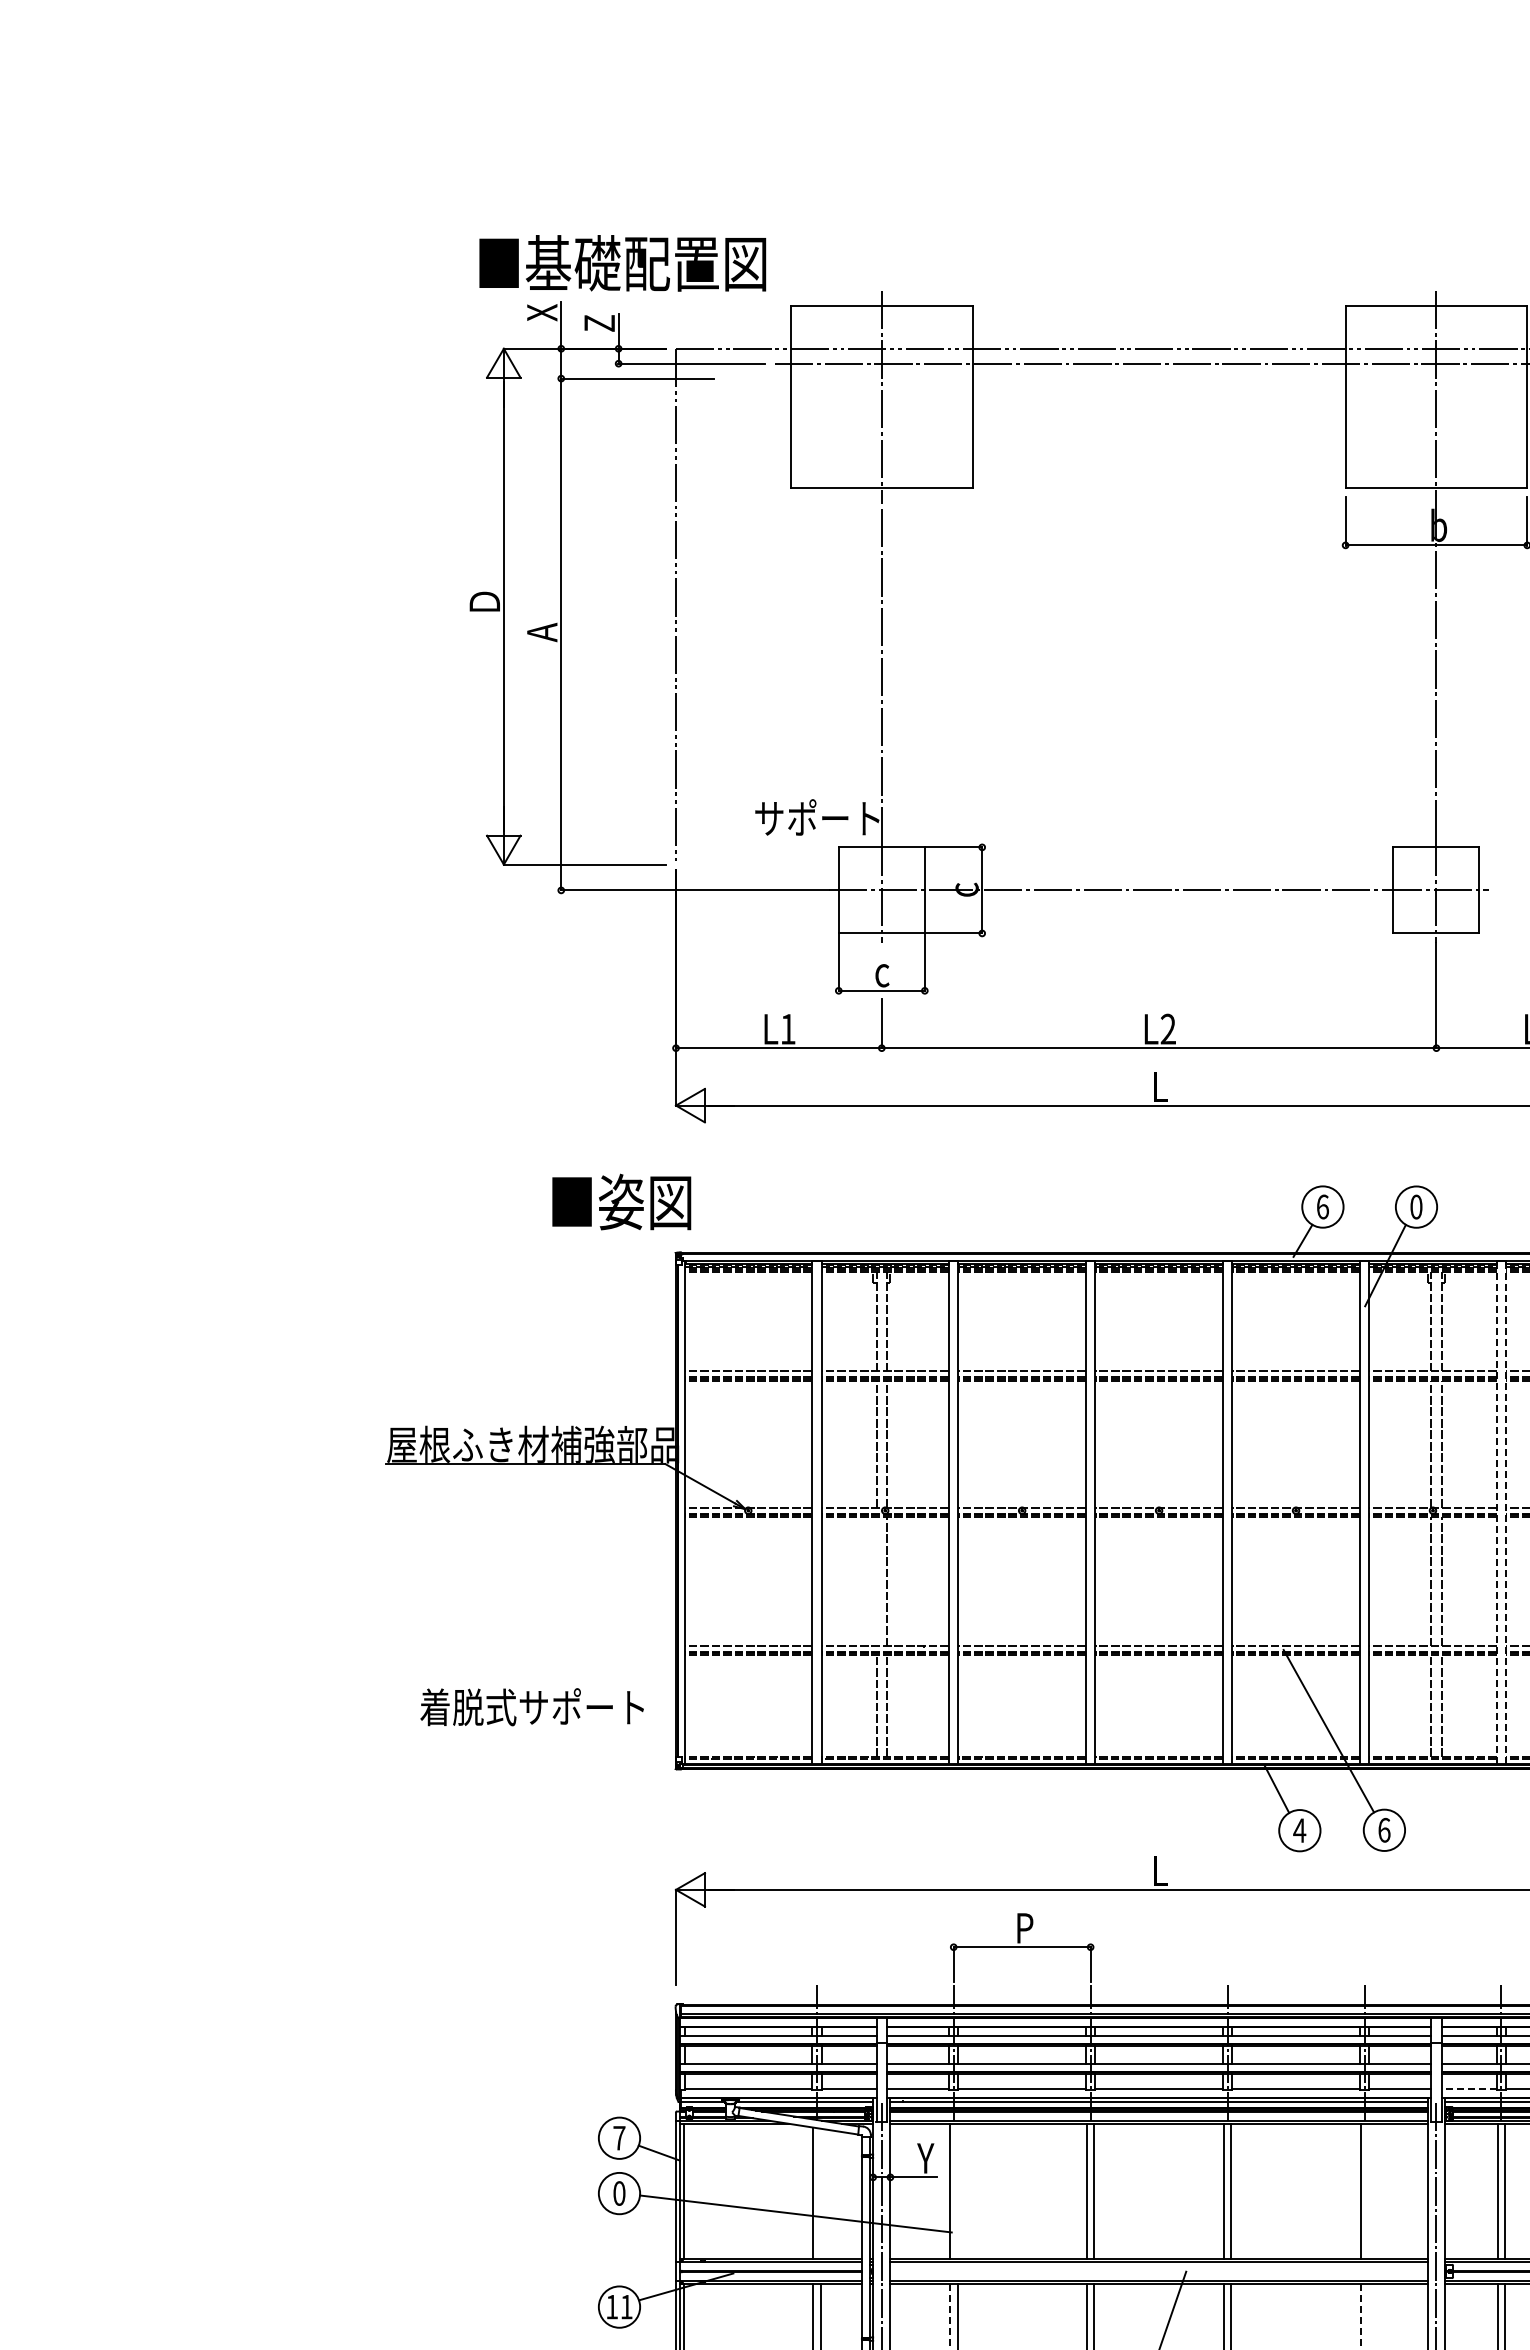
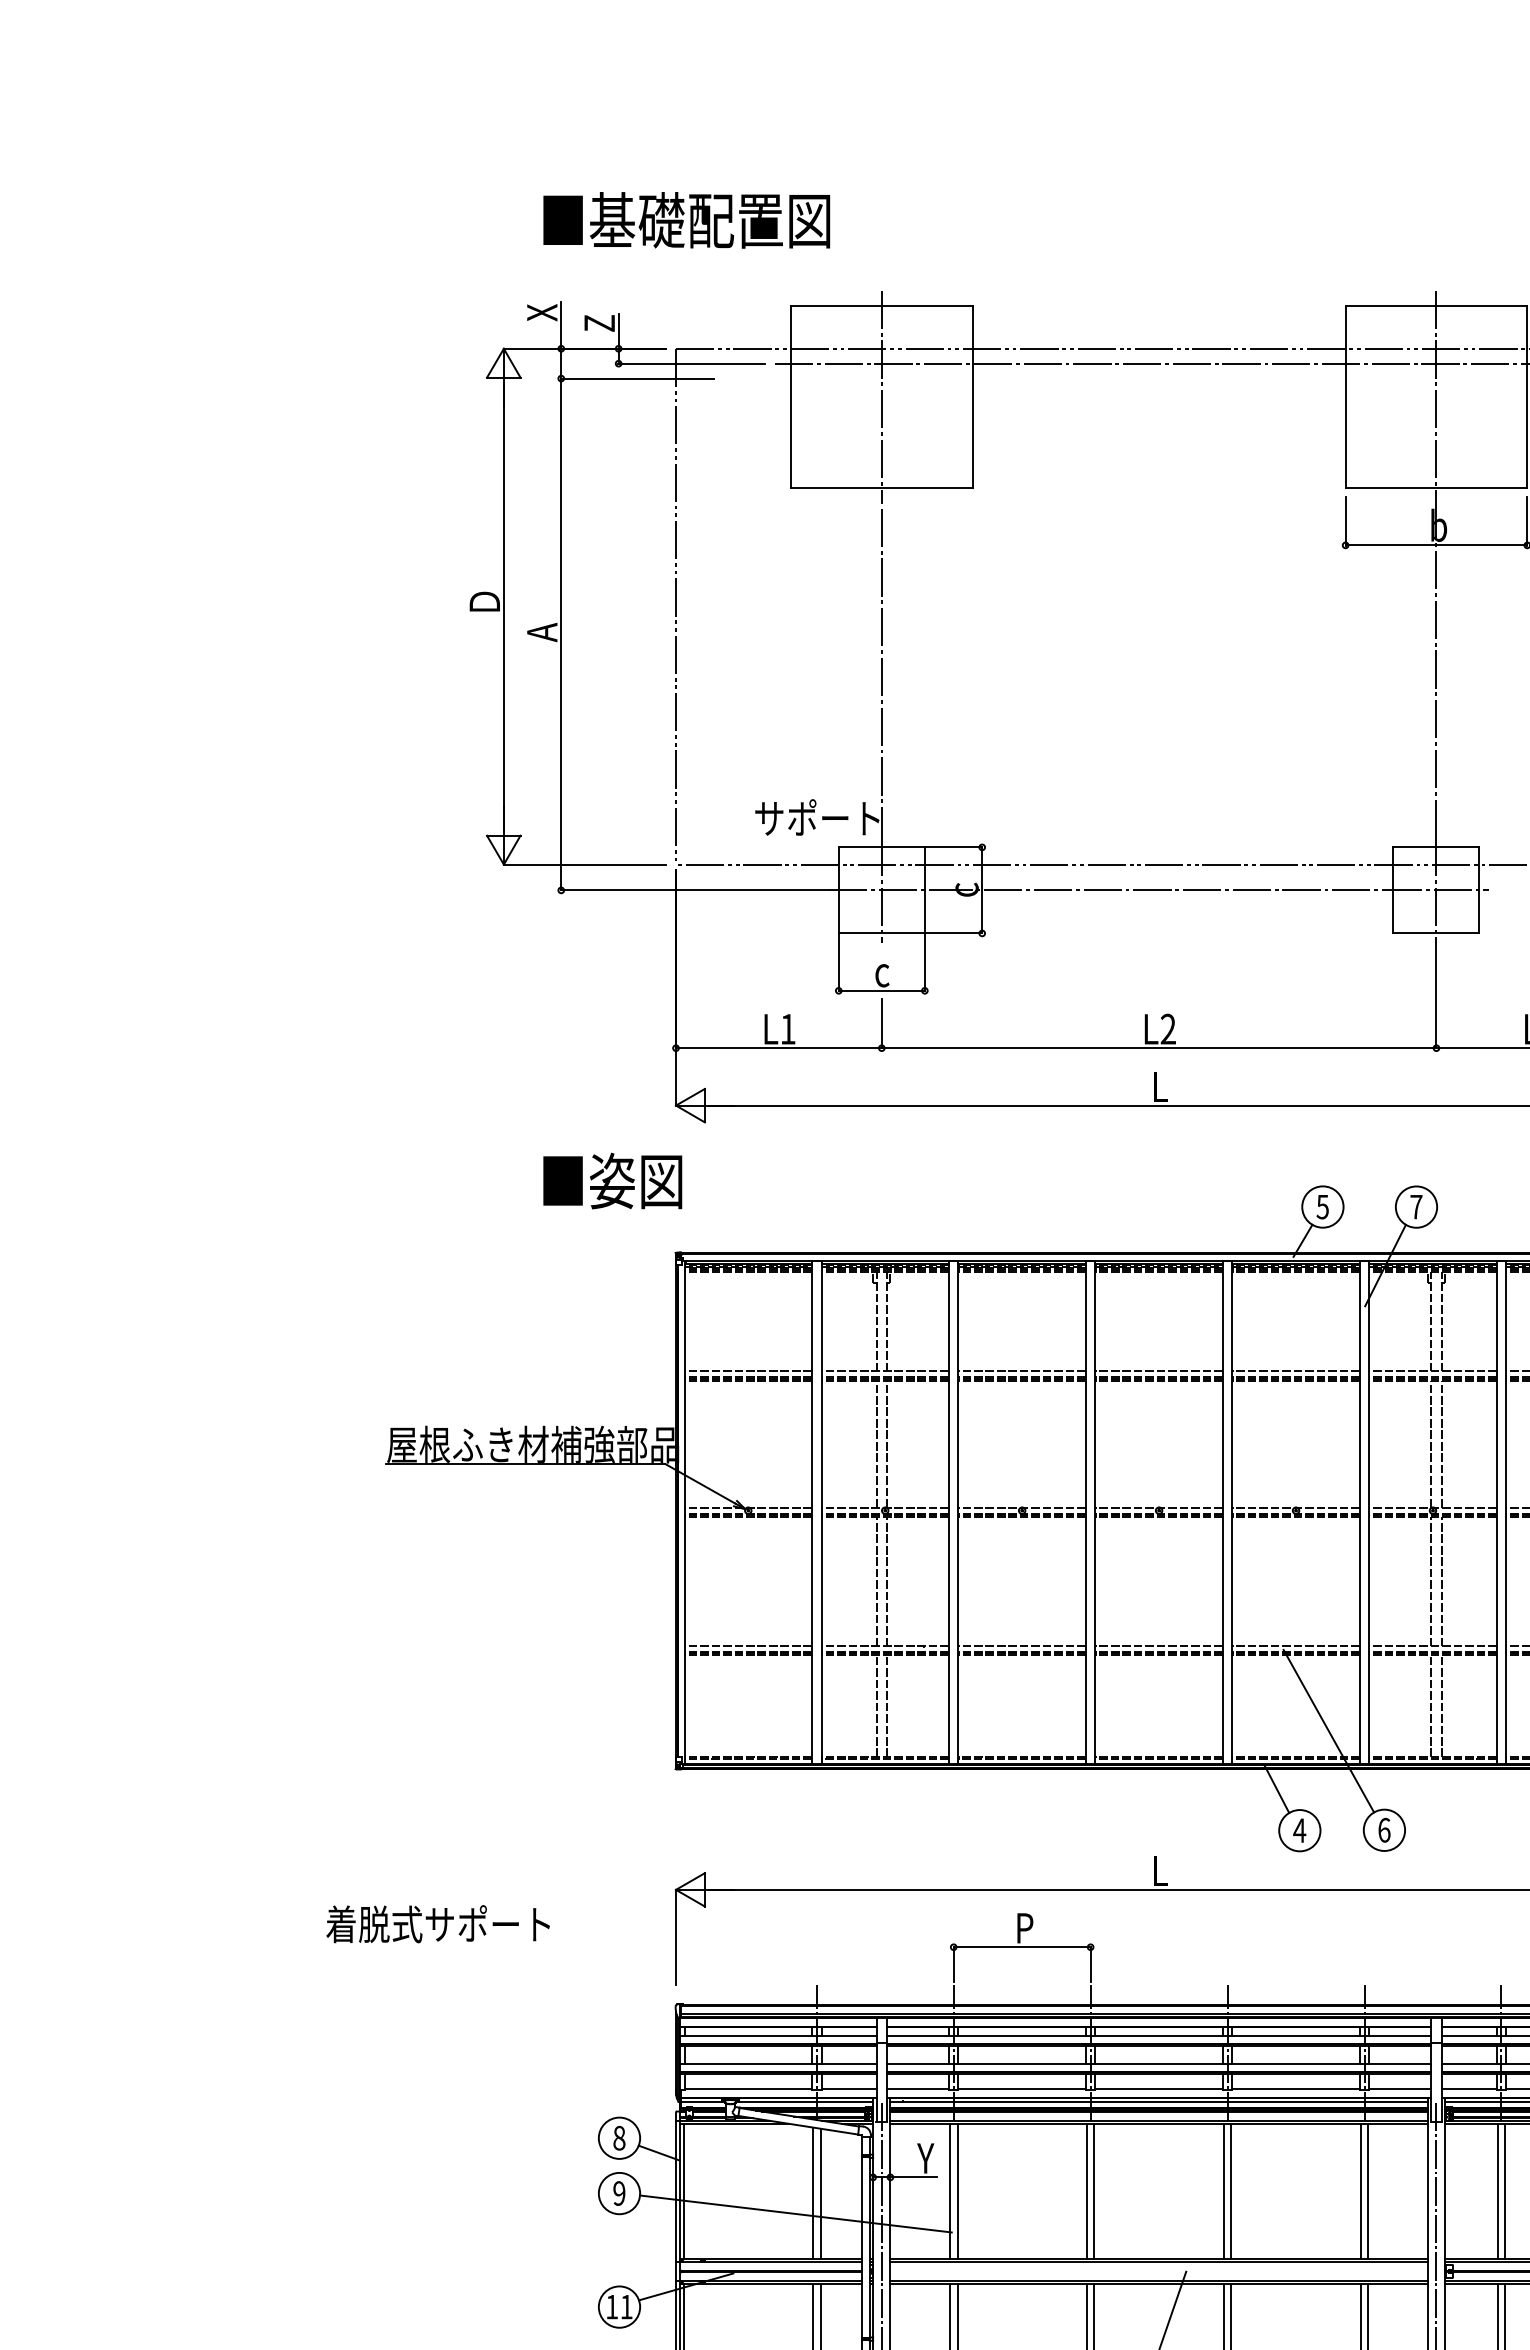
text at (622, 263) position: (622, 263) -> (686, 220)
line at (1101, 864): none -> present
text at (621, 1201) position: (621, 1201) -> (612, 1180)
text at (1322, 1206): 6 -> 5
text at (1416, 1206): 0 -> 7
line at (1496, 1512): dashed -> solid
line at (1506, 1512): dashed -> solid
line at (876, 1581): none -> present
text at (531, 1707) position: (531, 1707) -> (437, 1924)
line at (1468, 2089): dashed -> solid
text at (619, 2137): 7 -> 8
line at (957, 2191): none -> present
line at (1368, 2191): none -> present
text at (619, 2193): 0 -> 9
line at (820, 2193): none -> present
line at (1368, 2314): none -> present
line at (949, 2316): dashed -> solid
line at (1360, 2316): dashed -> solid
